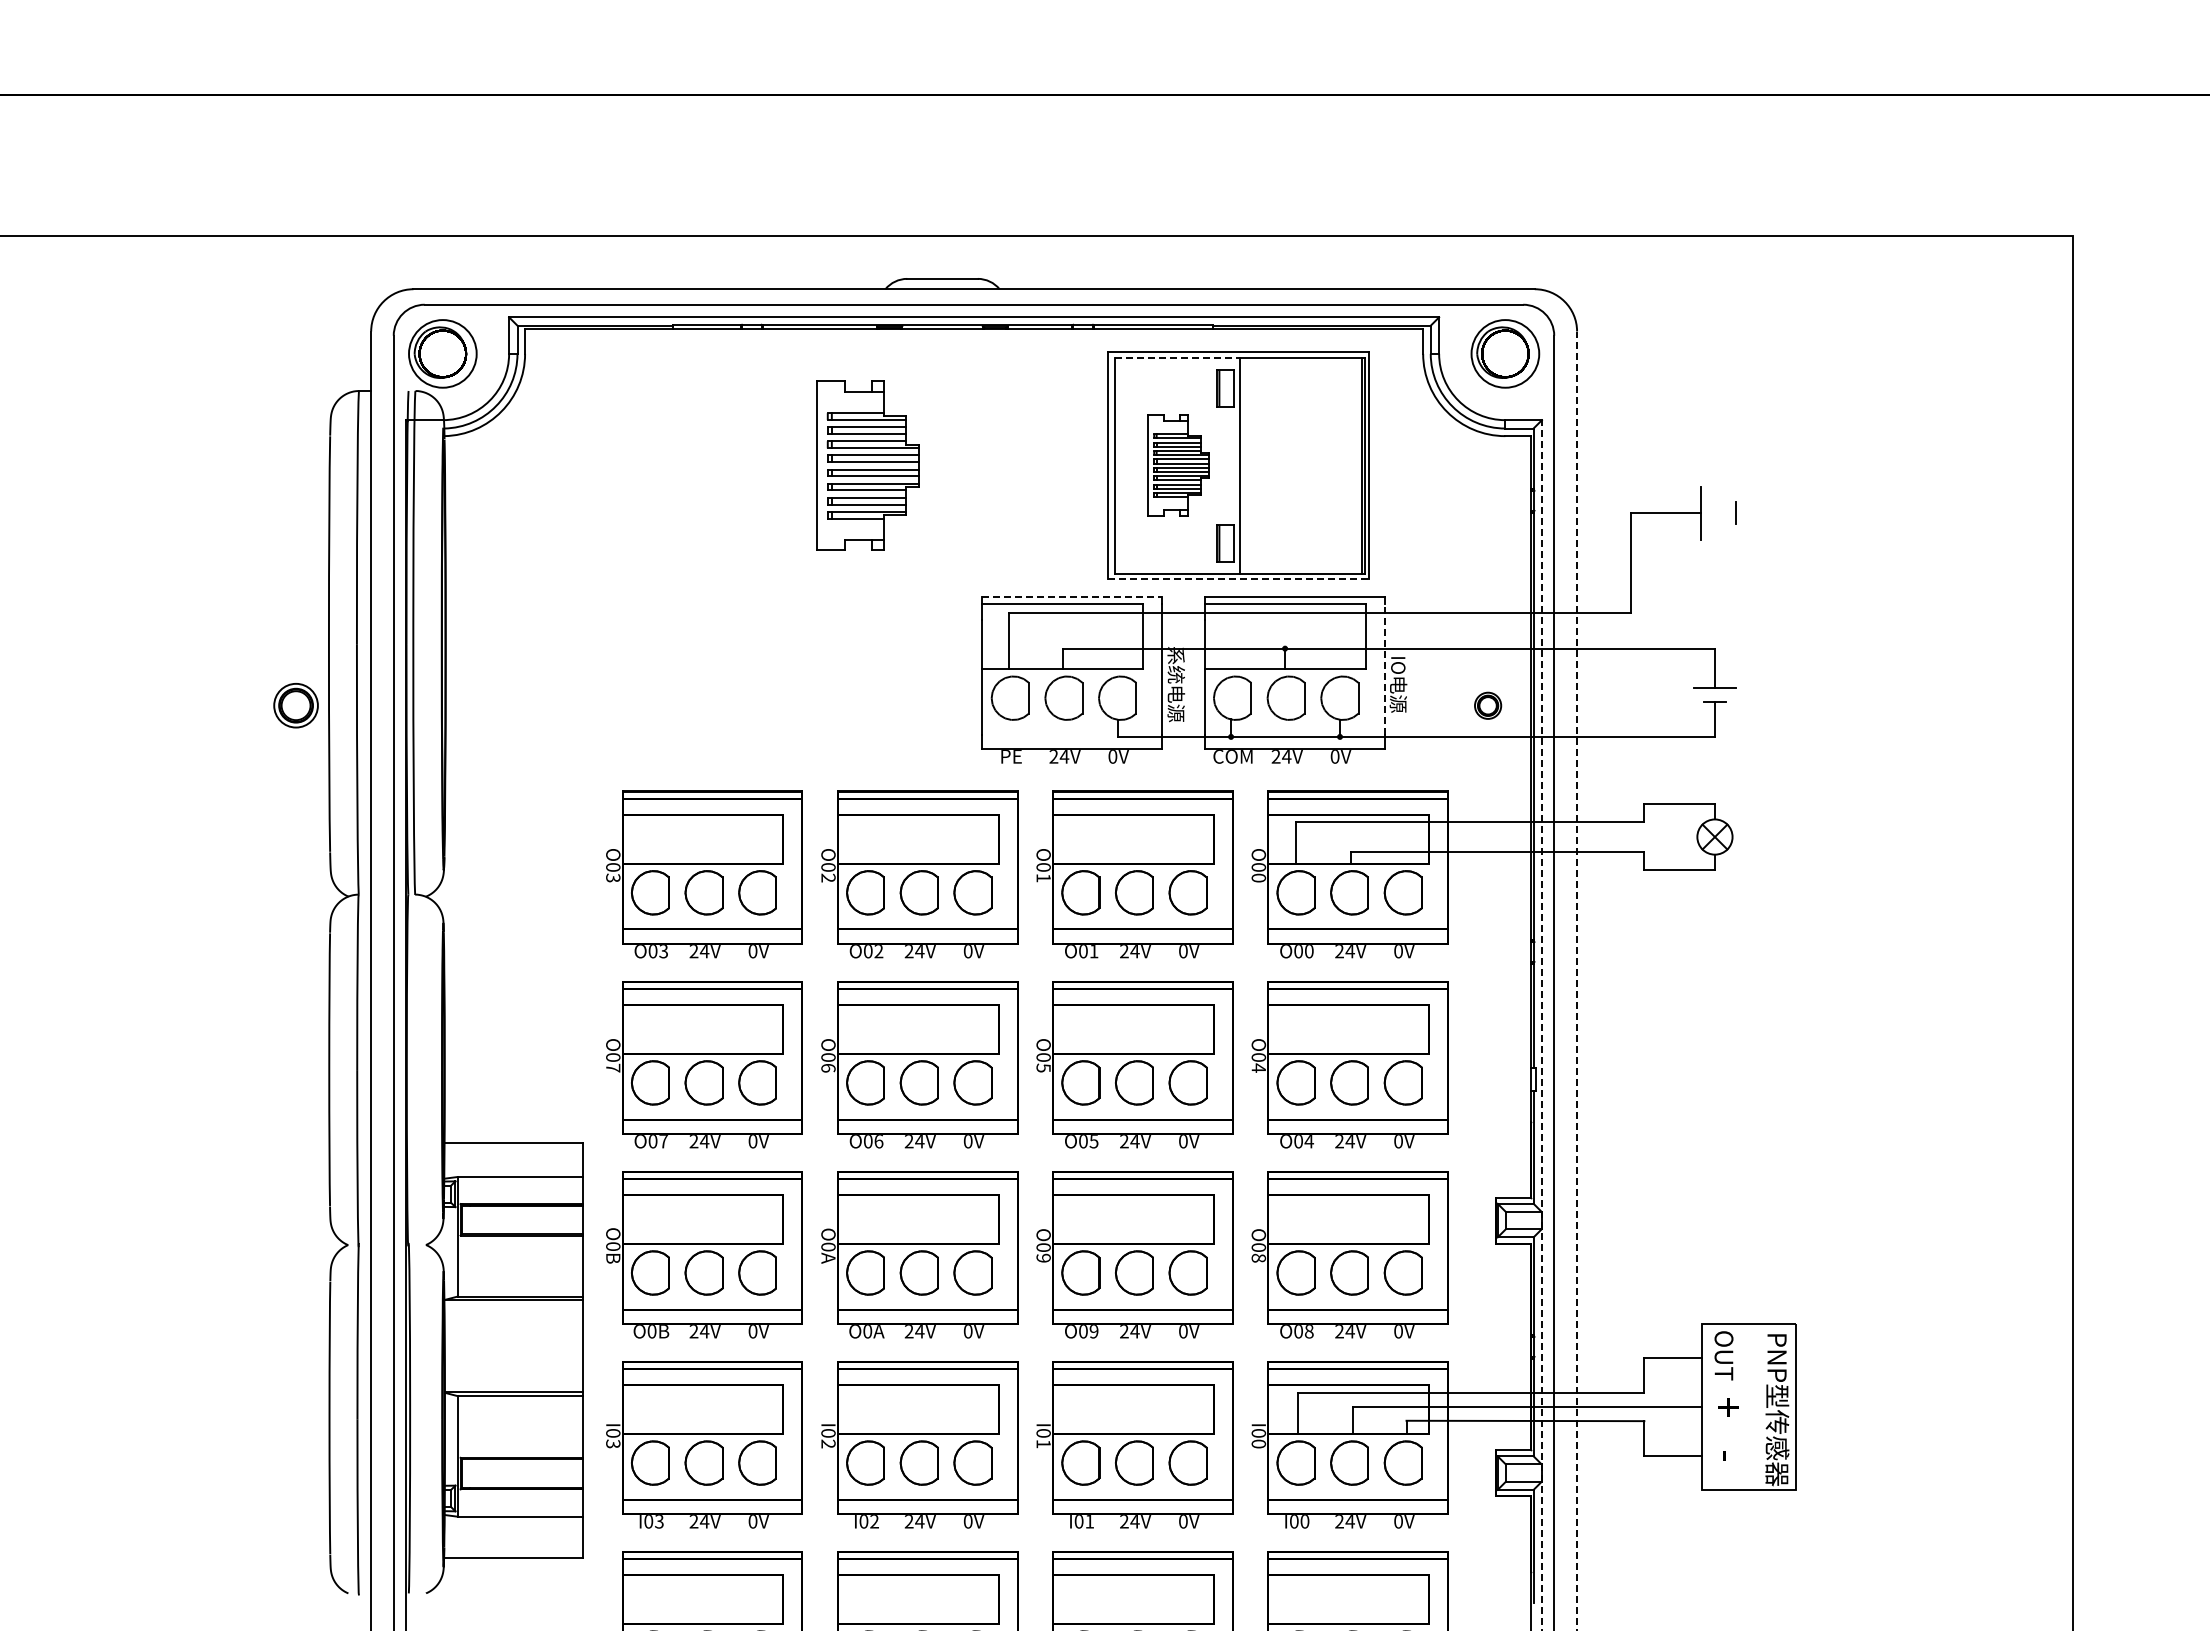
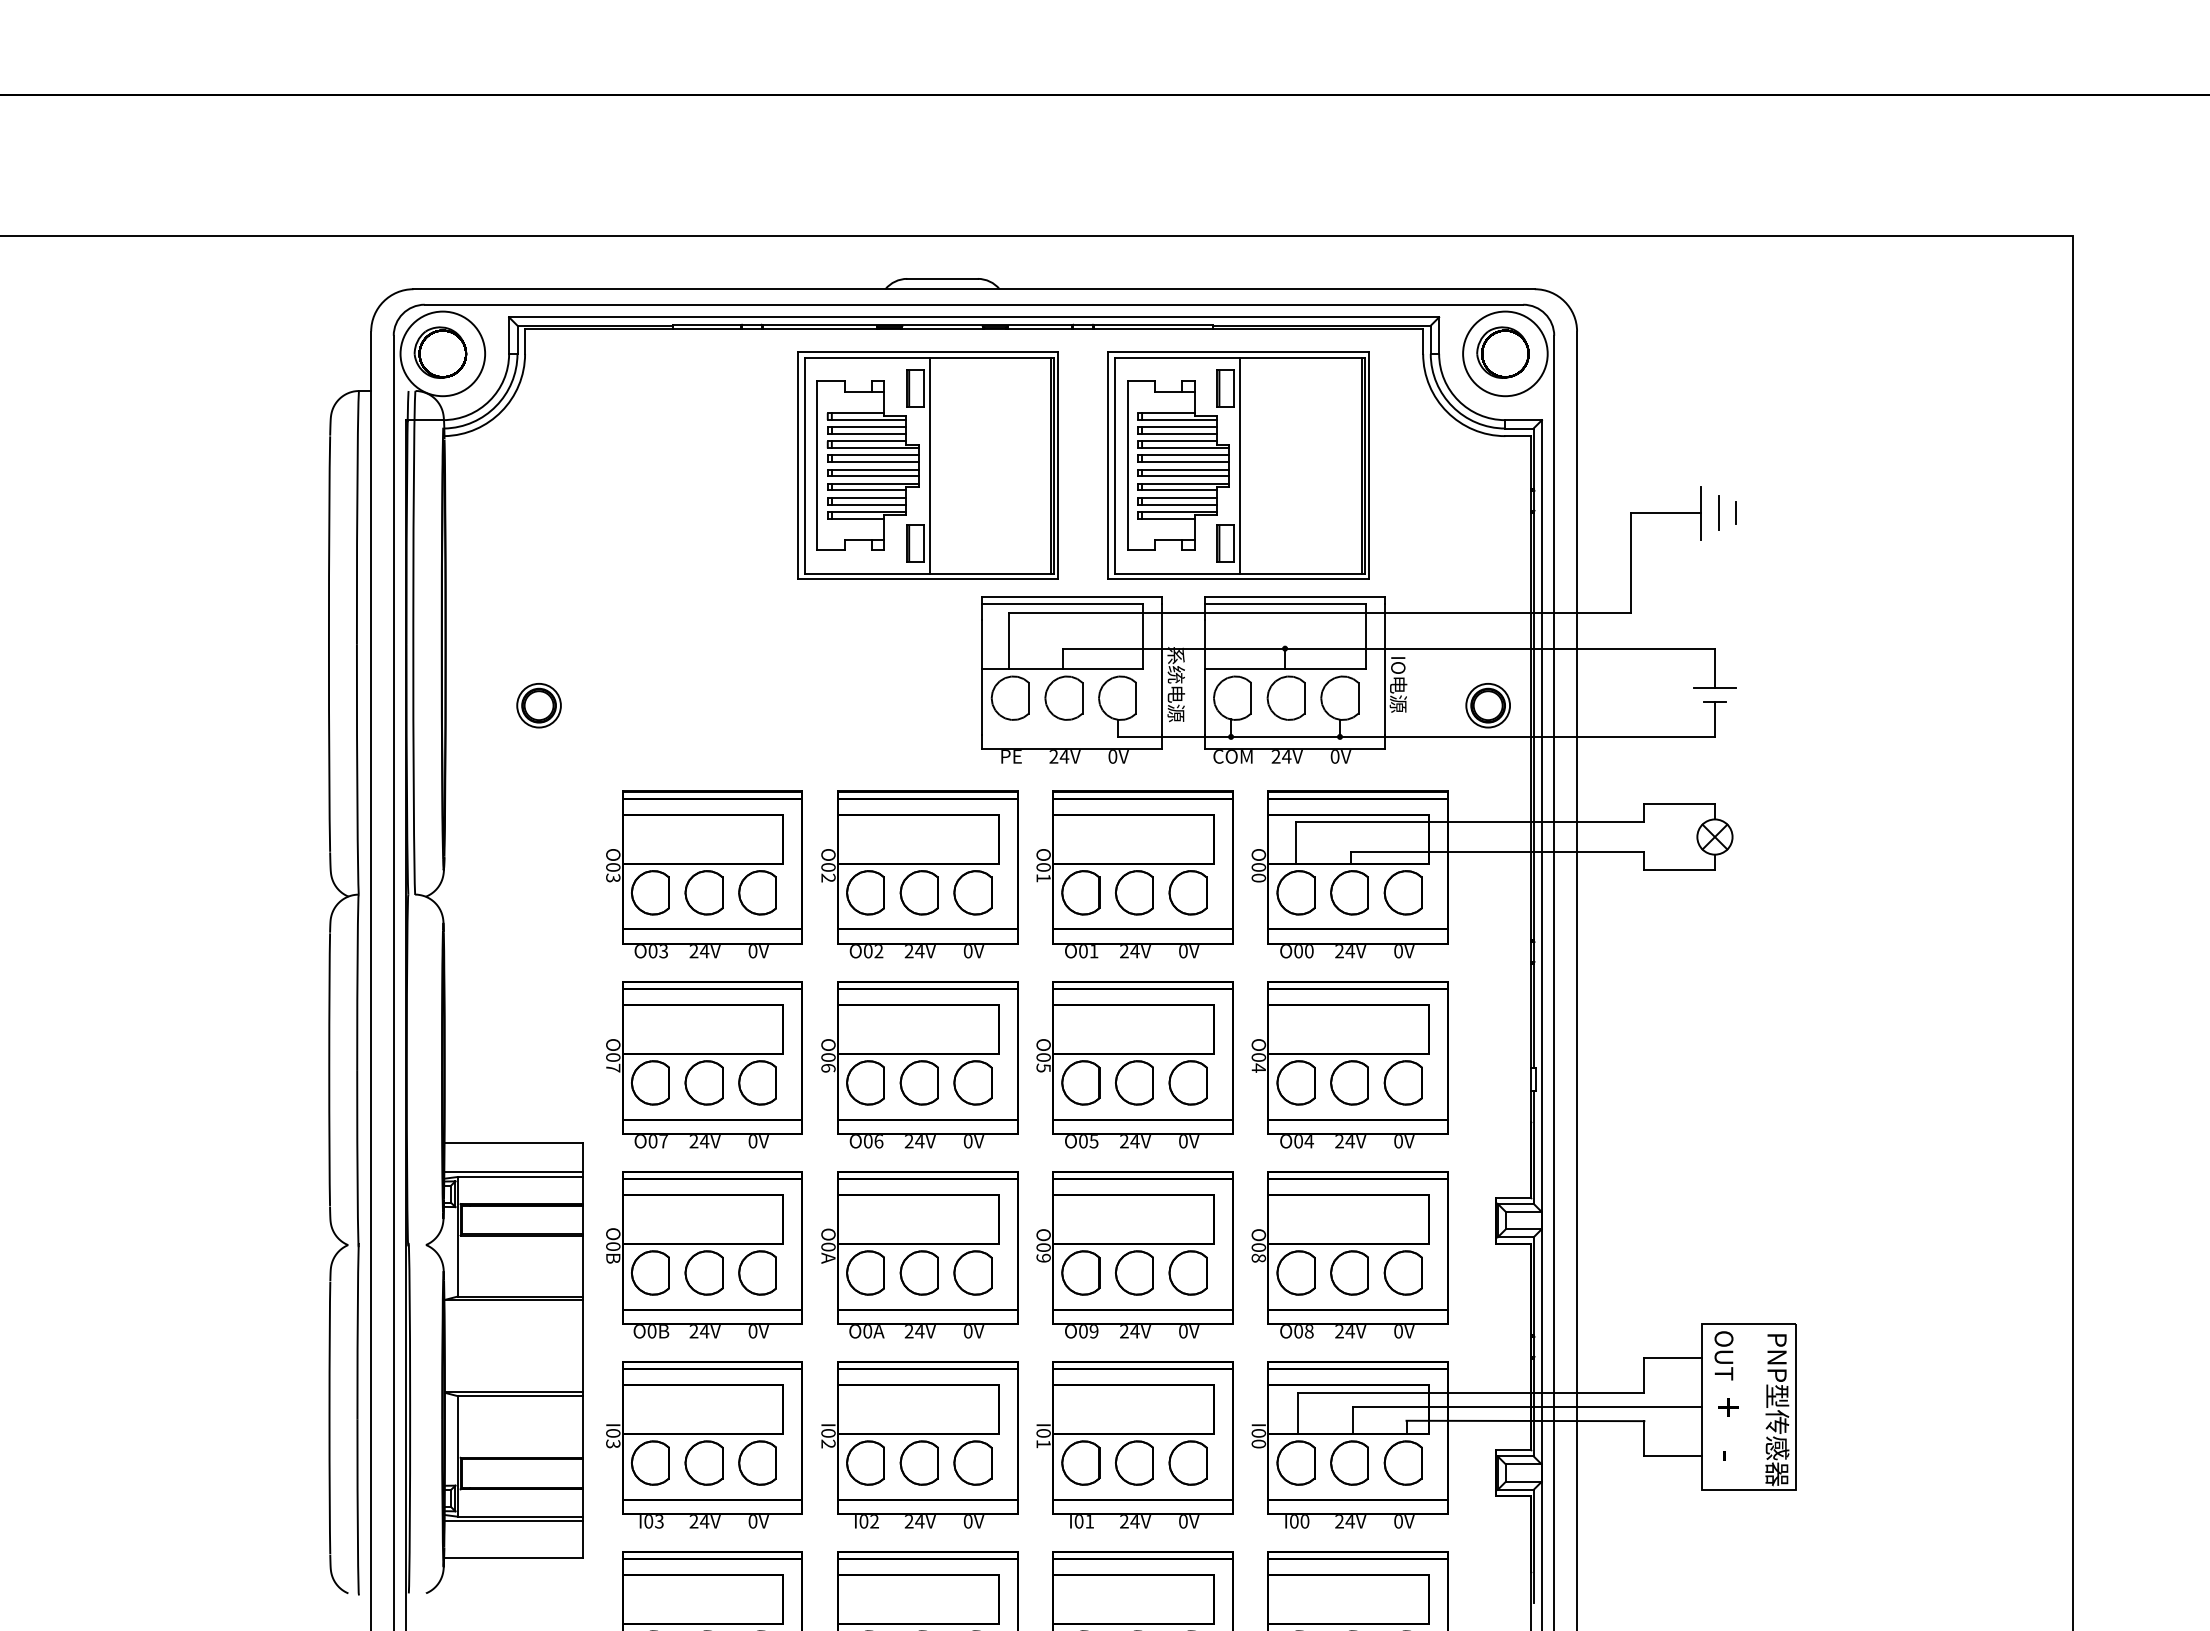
circle at (442, 353) diameter: 68 px -> 85 px
circle at (1505, 353) diameter: 68 px -> 85 px
line at (1177, 358): dashed -> solid
part at (927, 465): none -> present
part at (1178, 465) size: 63x103 px -> 103x171 px
line at (1718, 513): none -> present
line at (1238, 579): dashed -> solid
line at (1072, 596): dashed -> solid
line at (1384, 668): dashed -> solid
part at (295, 705) position: (295, 705) -> (538, 705)
part at (1488, 705) size: 29x29 px -> 46x46 px
line at (1577, 980): dashed -> solid
line at (1541, 1024): dashed -> solid
line at (513, 1172): none -> present
line at (513, 1521): none -> present
